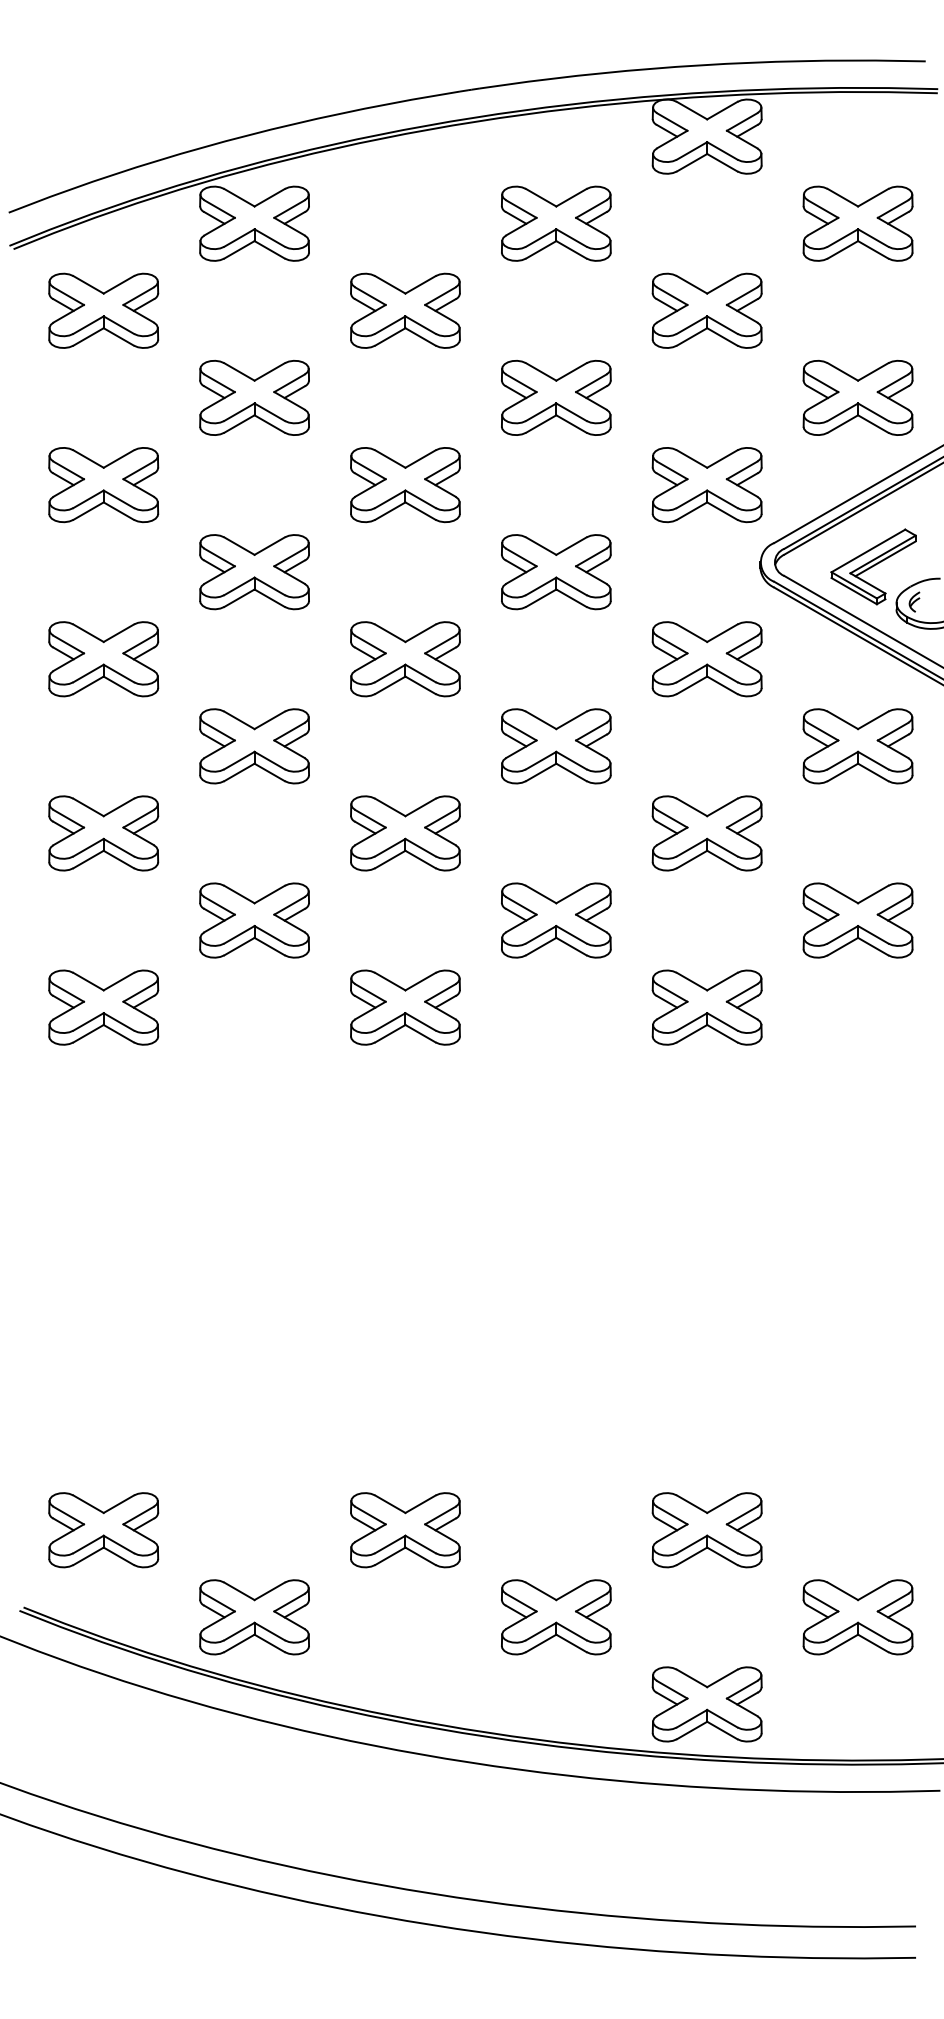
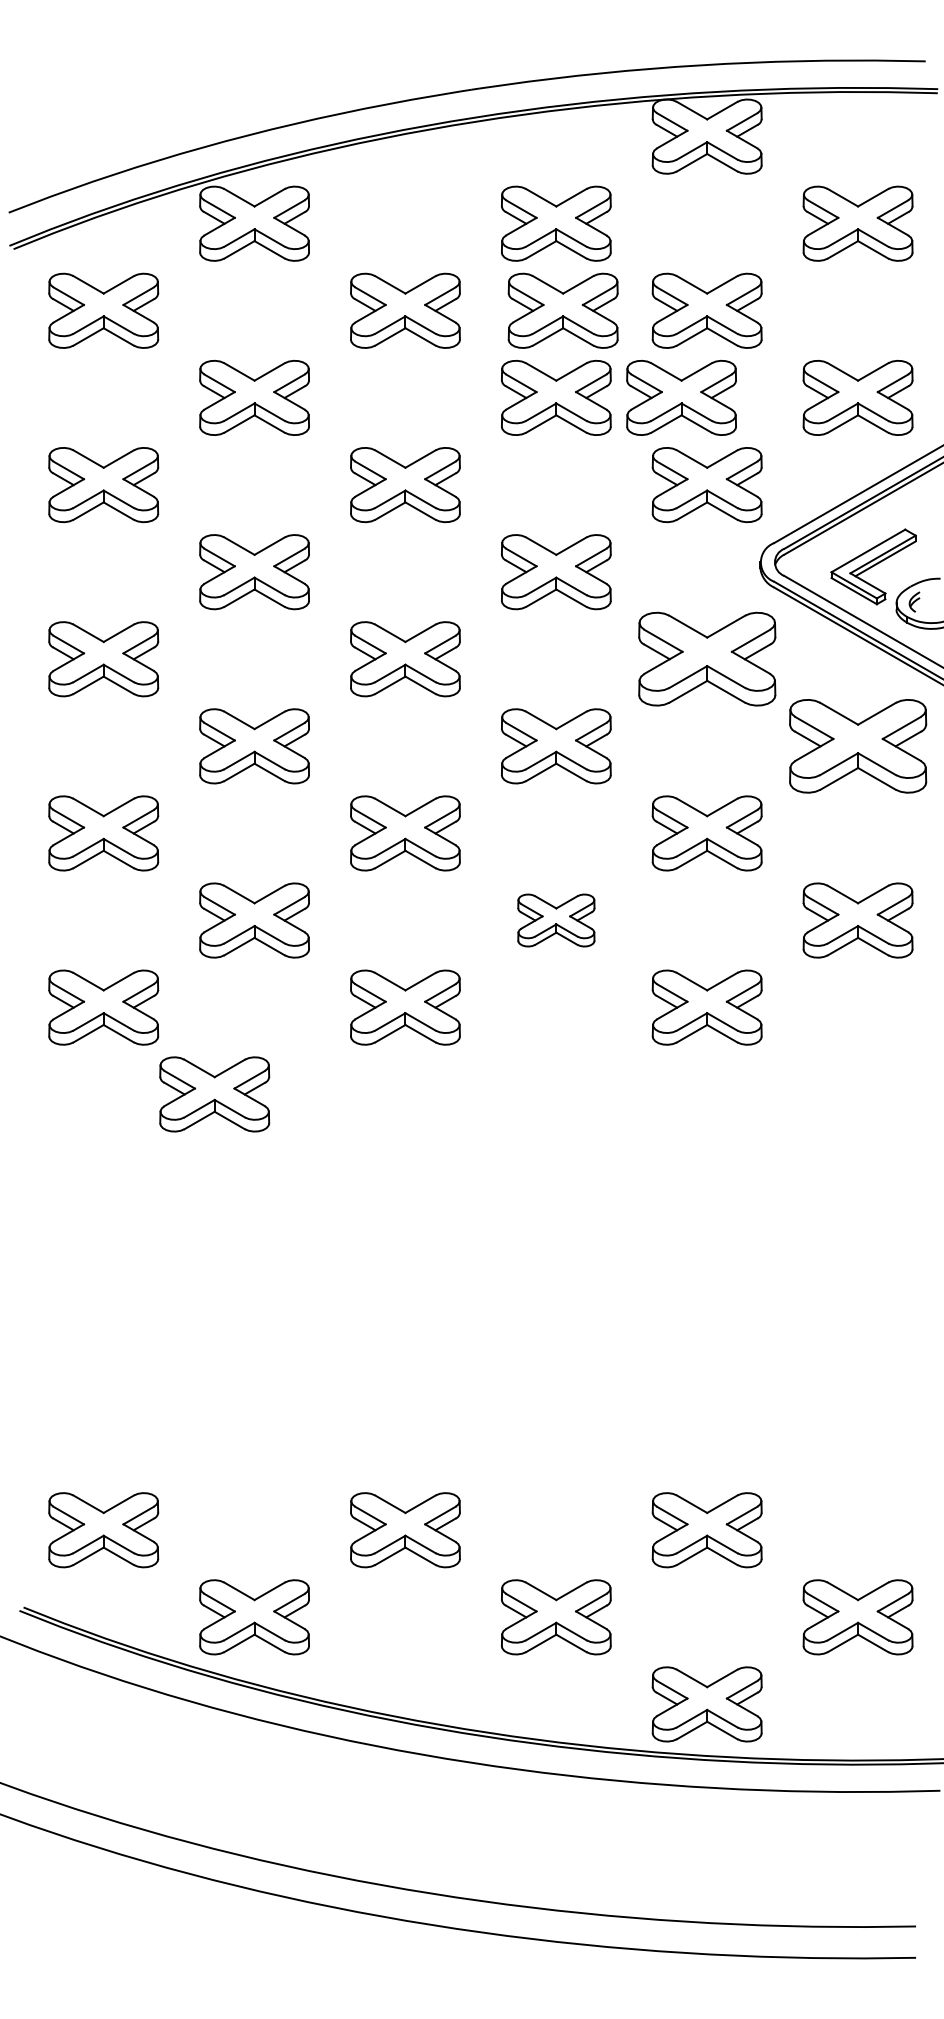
part at (562, 310): none -> present
part at (681, 397): none -> present
part at (706, 659) size: 112x77 px -> 139x96 px
part at (857, 746) size: 112x77 px -> 139x95 px
part at (556, 920) size: 111x77 px -> 79x55 px
part at (214, 1094): none -> present
